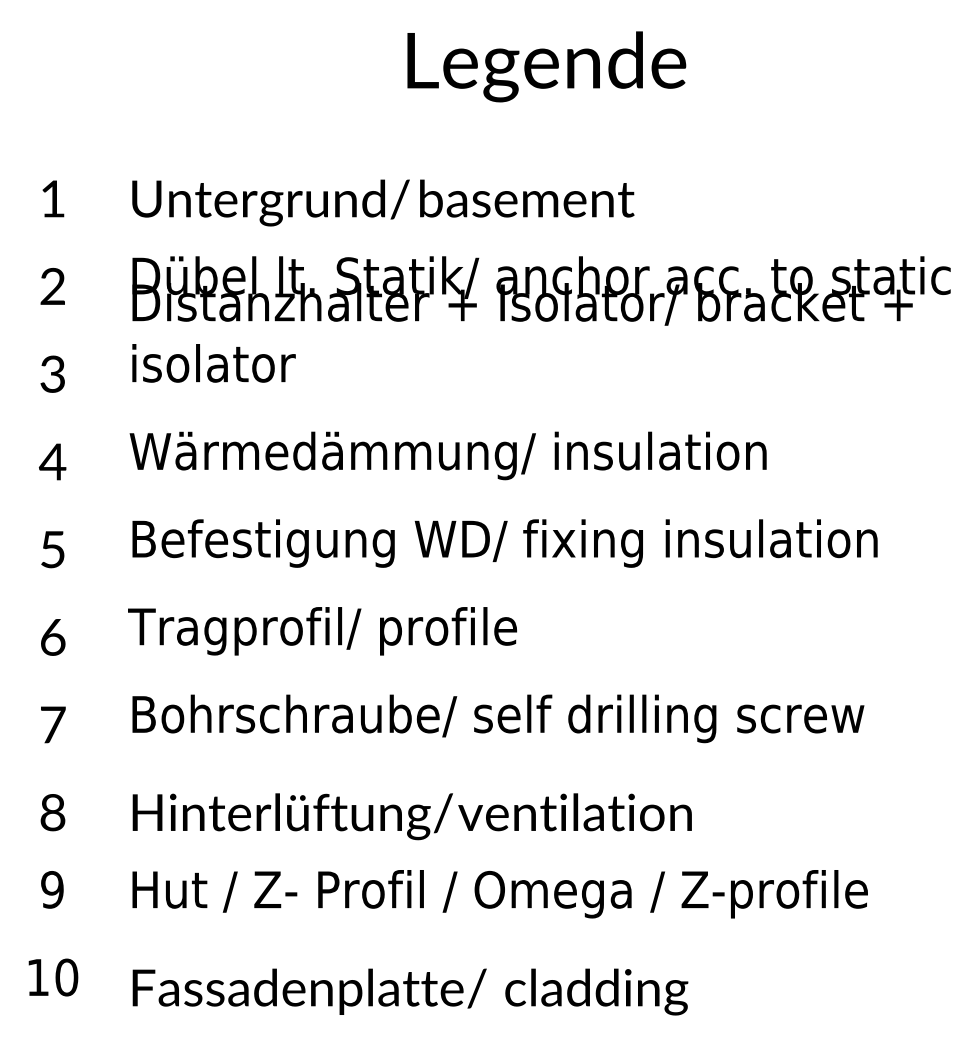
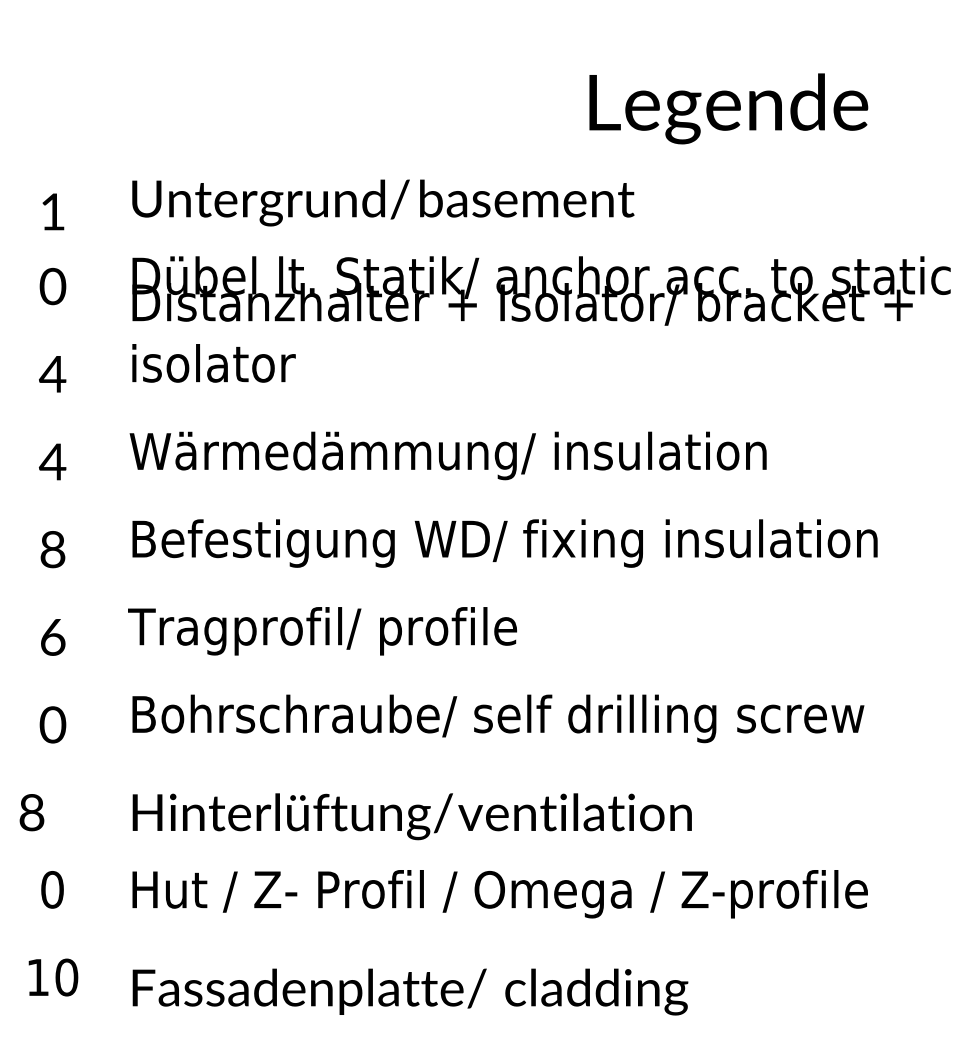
text at (546, 66) position: (546, 66) -> (728, 108)
text at (53, 198) position: (53, 198) -> (53, 211)
text at (52, 286): 2 -> 0
text at (52, 373): 3 -> 4
text at (52, 549): 5 -> 8
text at (52, 724): 7 -> 0
text at (52, 812) position: (52, 812) -> (31, 812)
text at (52, 889): 9 -> 0
